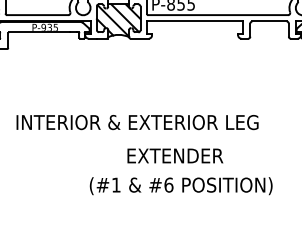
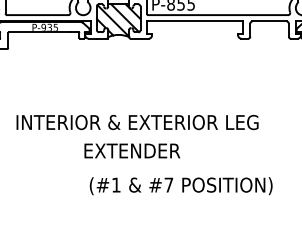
text at (175, 155) position: (175, 155) -> (132, 150)
text at (168, 184): #6 -> #7
